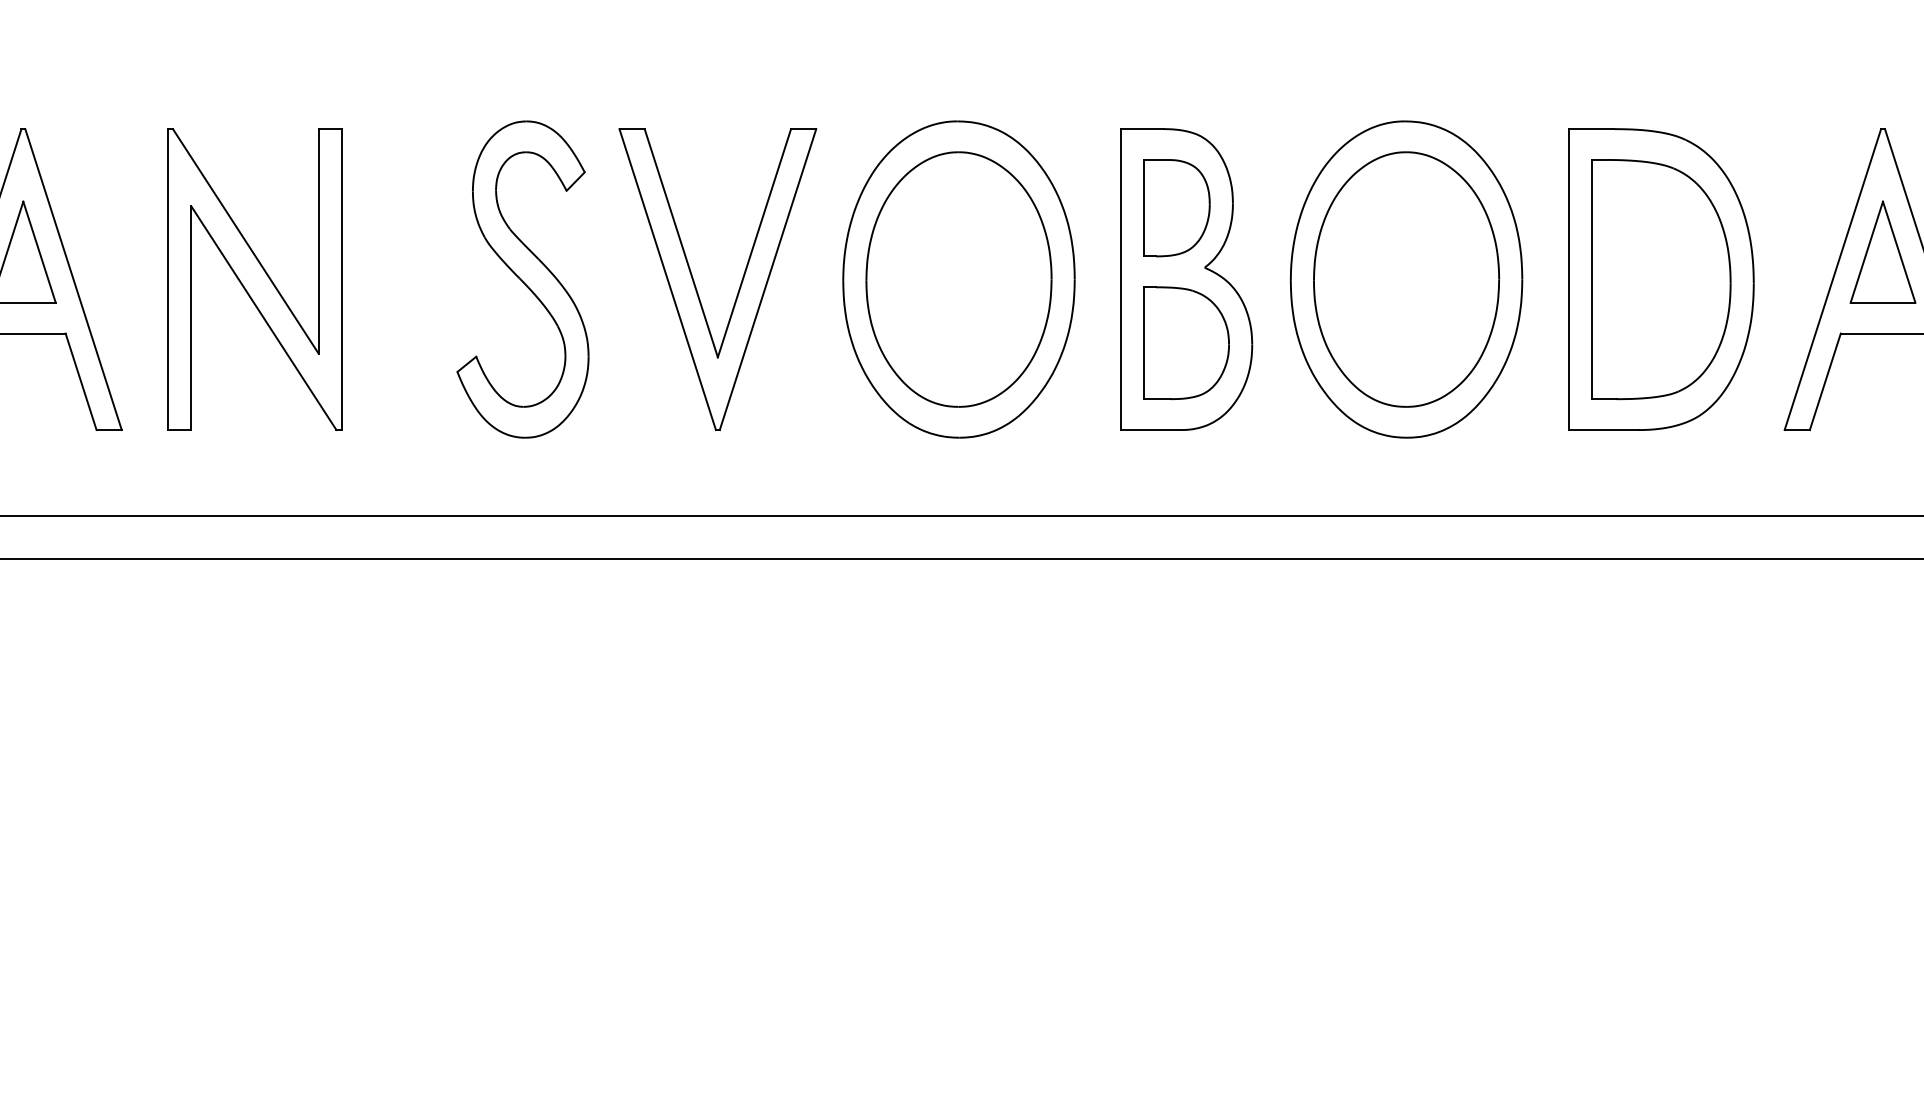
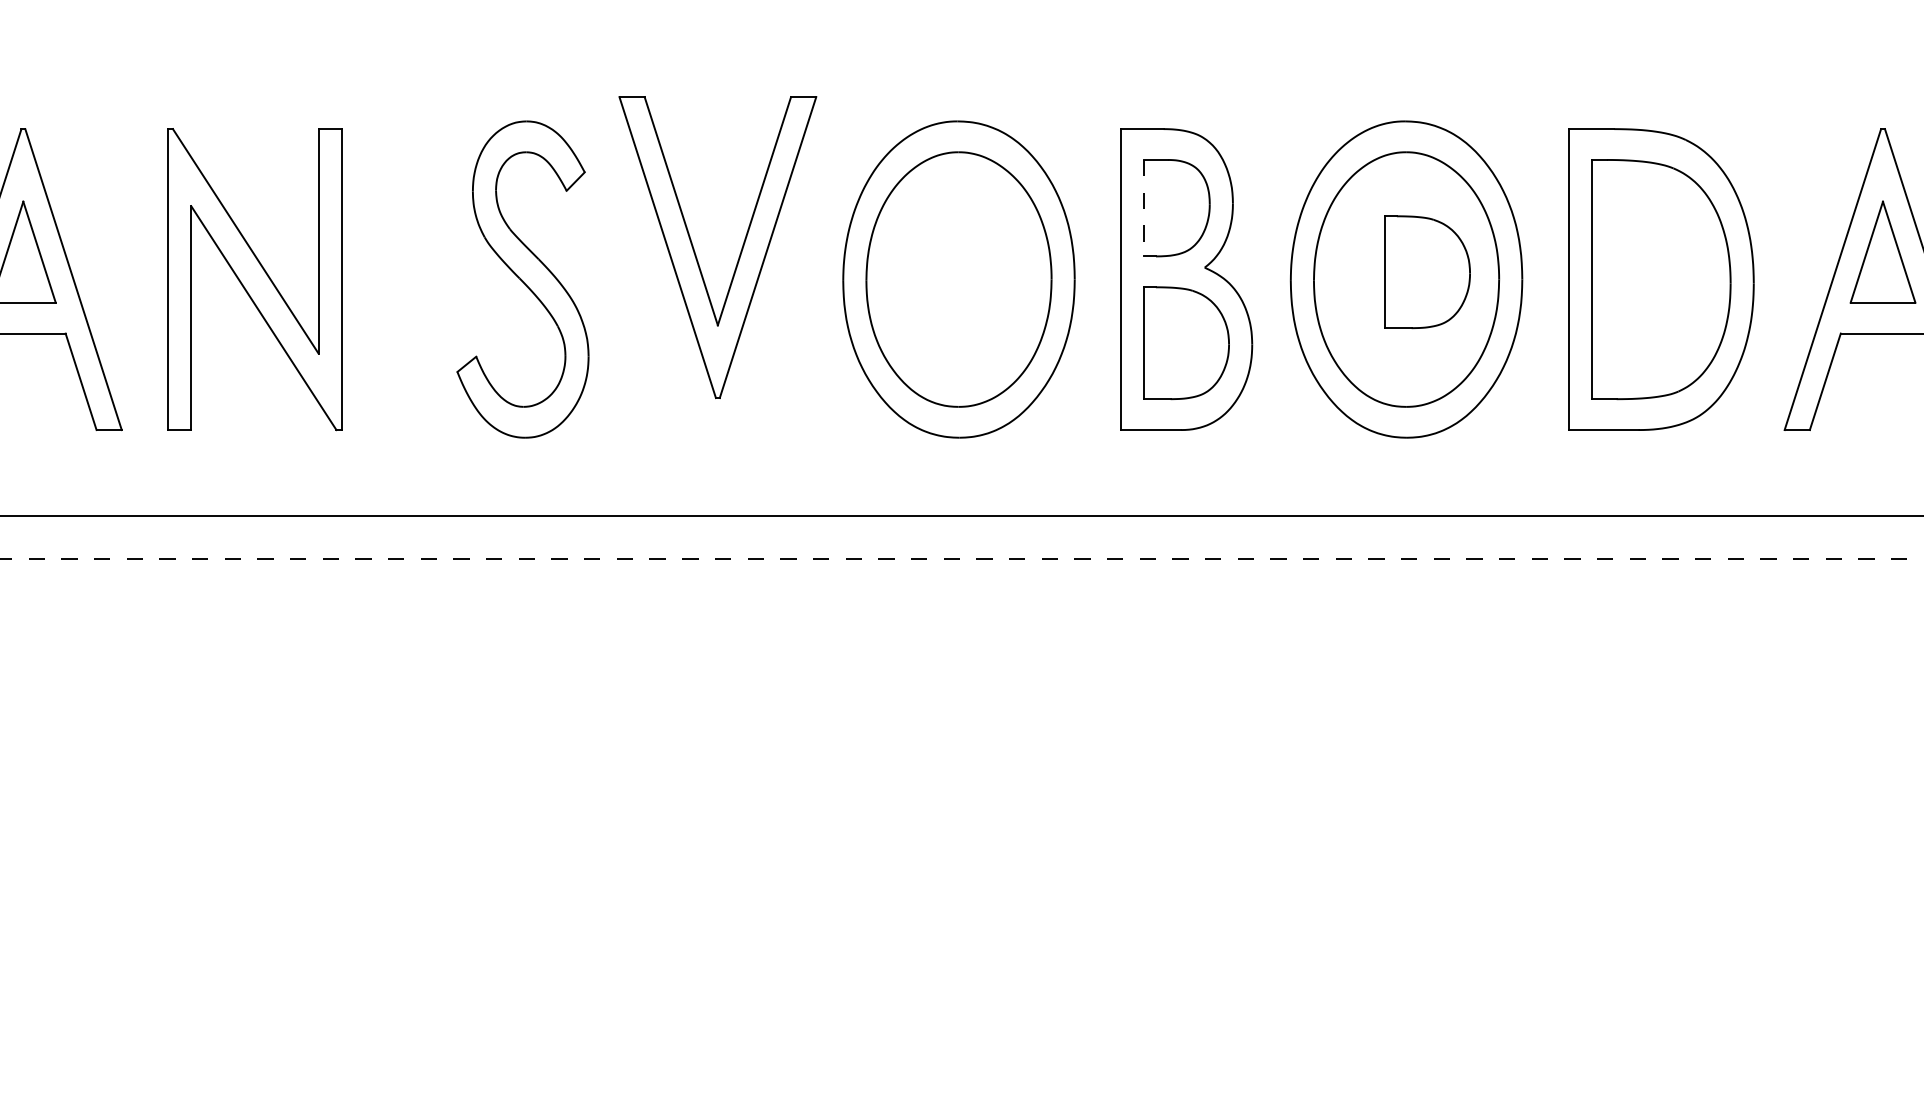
line at (1144, 208): solid -> dashed
part at (1427, 272): none -> present
part at (696, 286) position: (696, 286) -> (696, 254)
line at (961, 559): solid -> dashed
